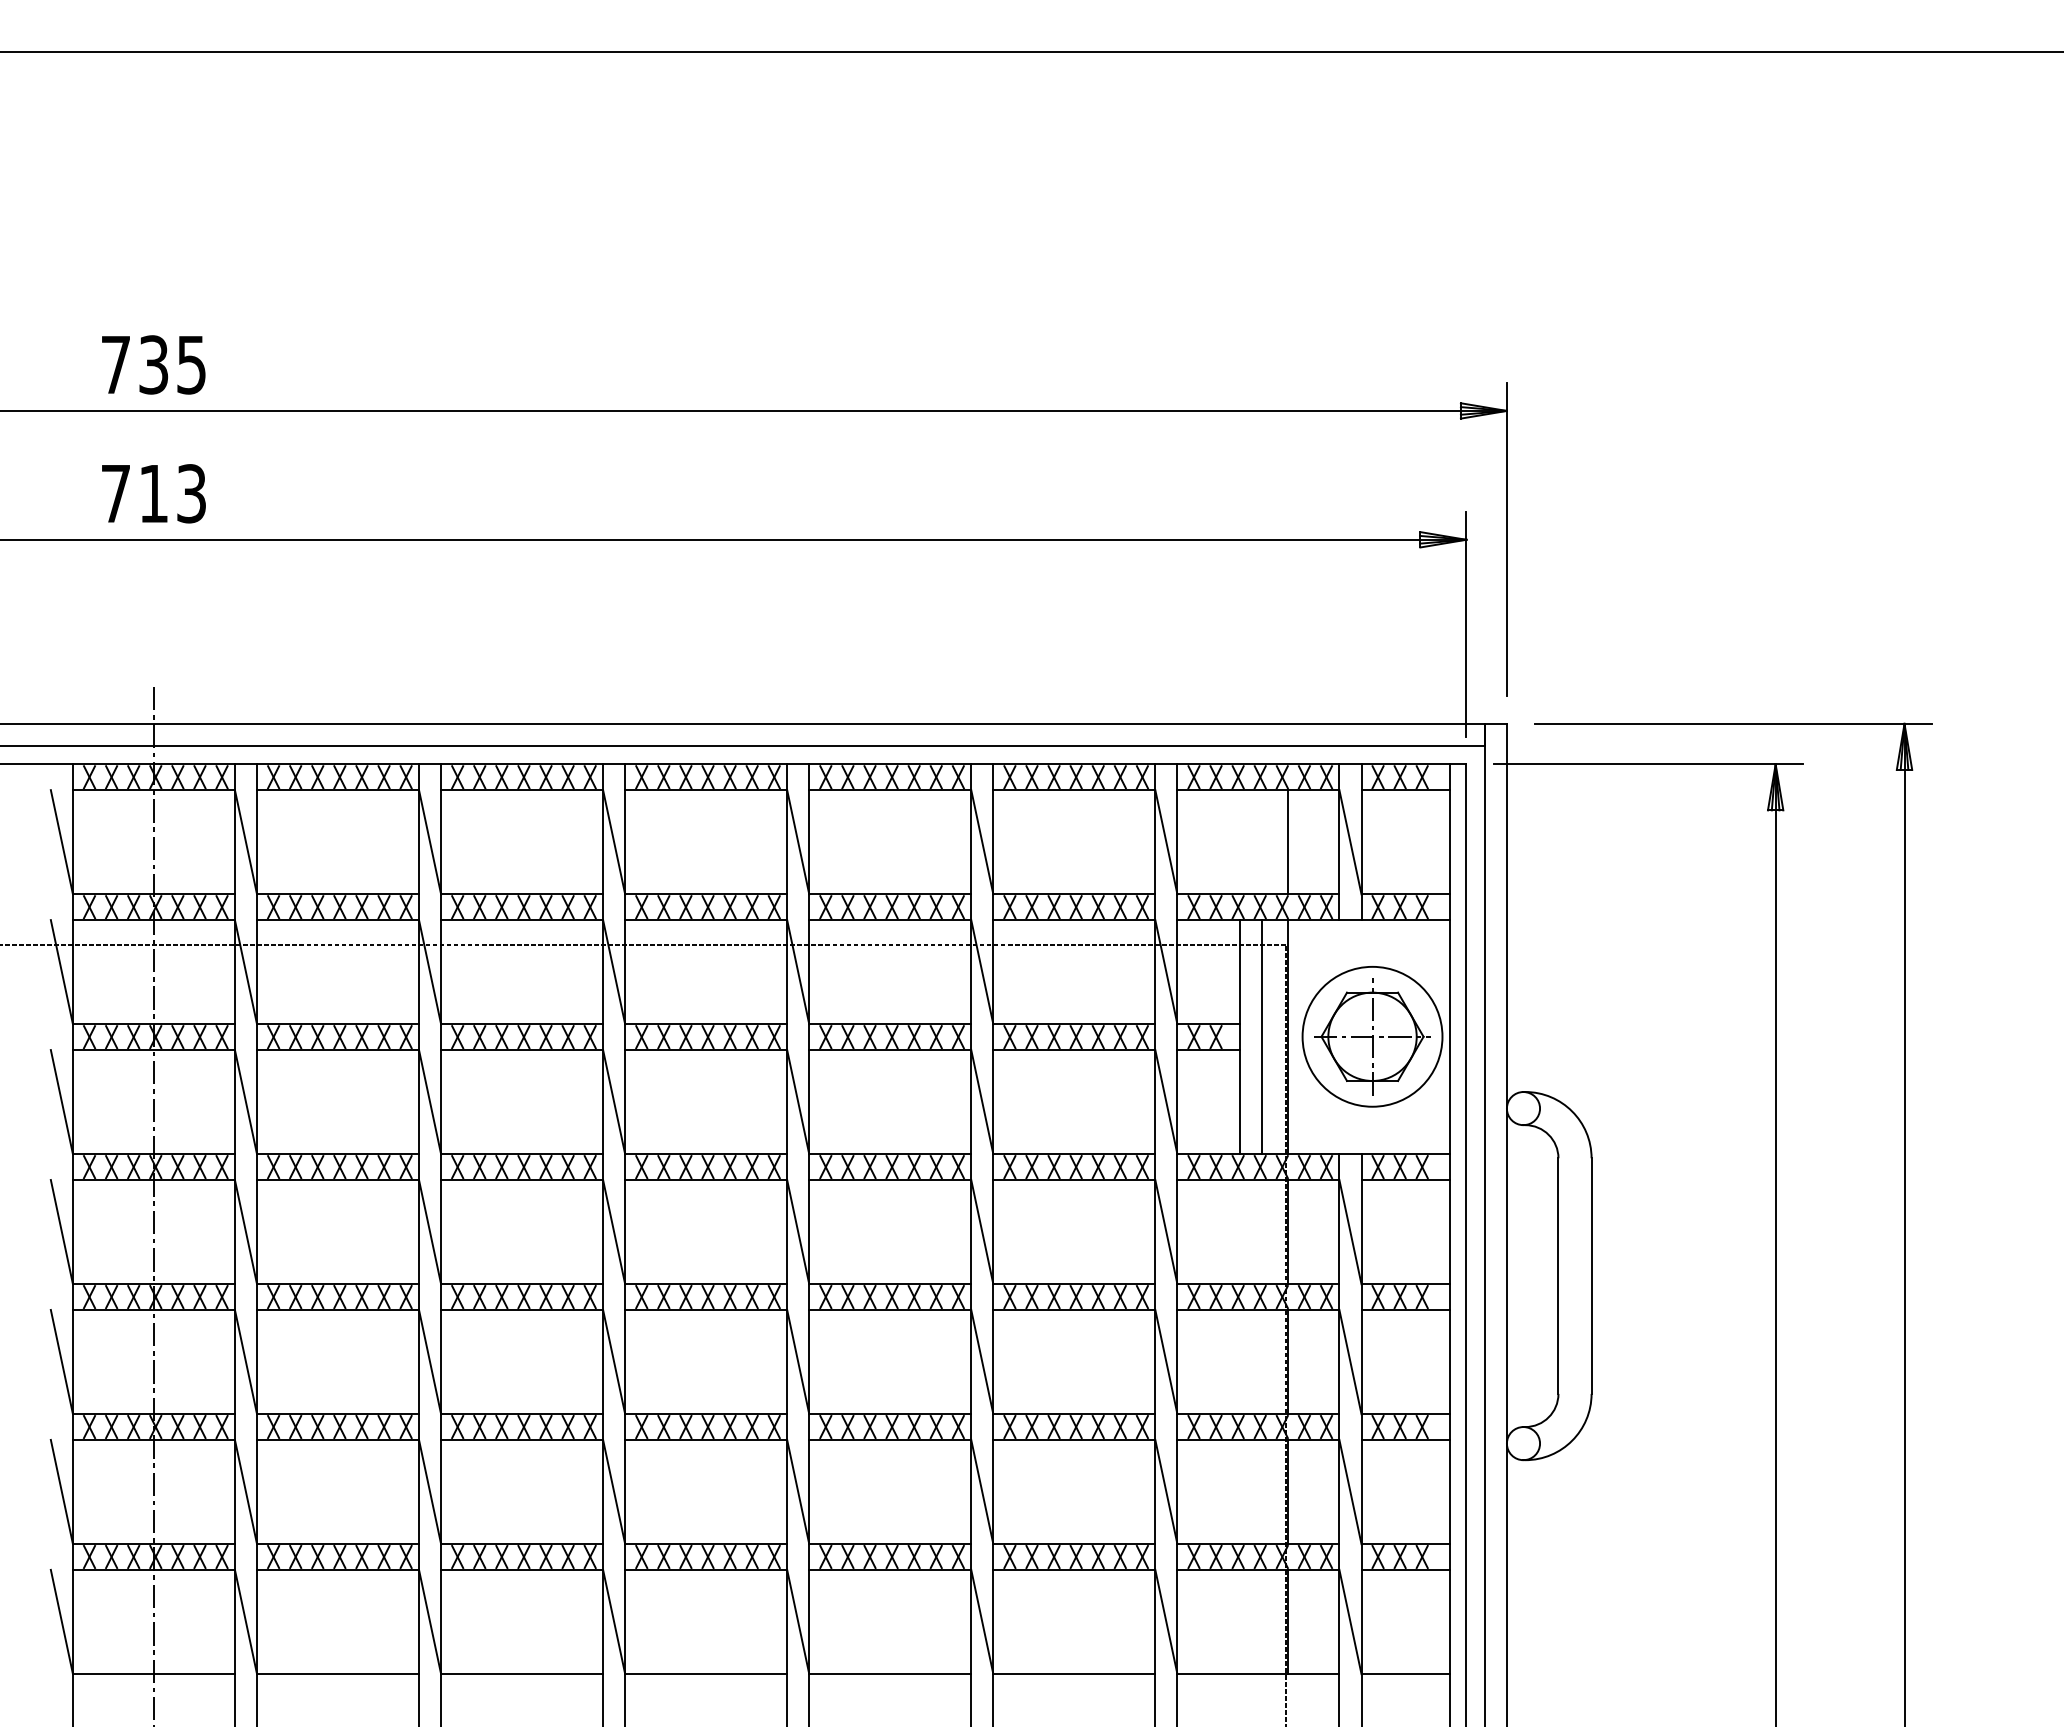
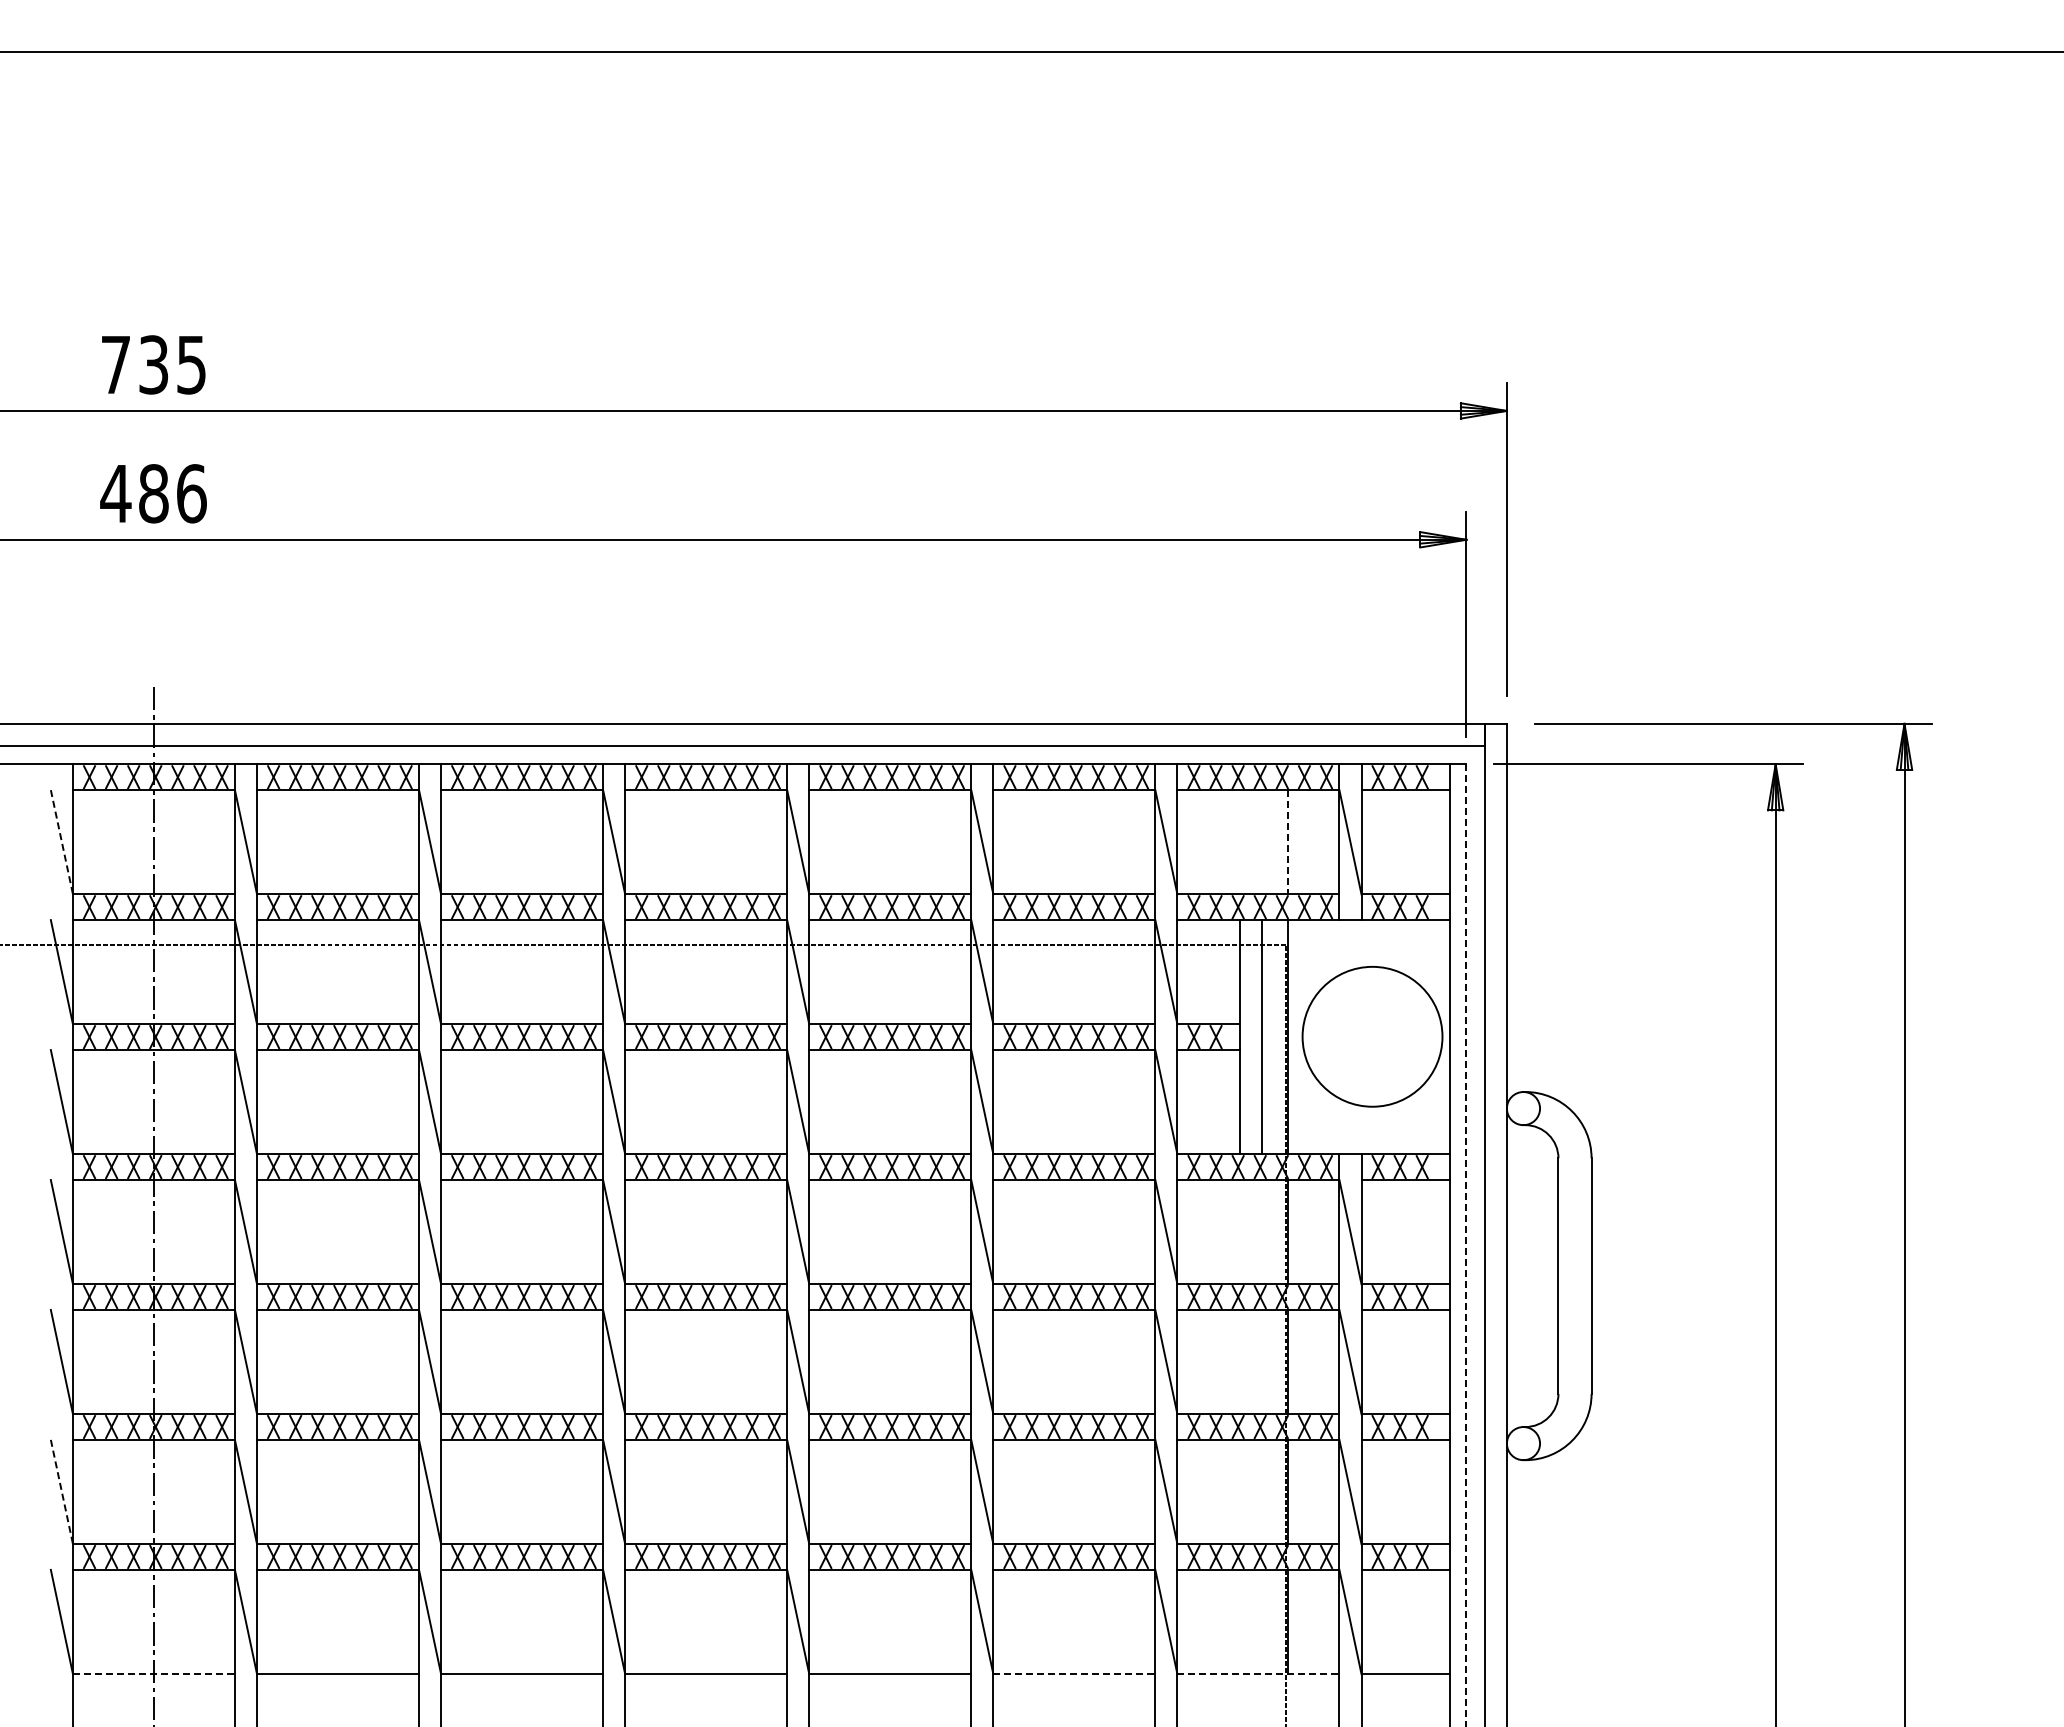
text at (153, 493): 713 -> 486
line at (62, 842): solid -> dashed
line at (1287, 842): solid -> dashed
part at (1372, 1036): present -> none
line at (1466, 1245): solid -> dashed
line at (62, 1492): solid -> dashed
line at (153, 1674): solid -> dashed
line at (1074, 1674): solid -> dashed
line at (1258, 1674): solid -> dashed
